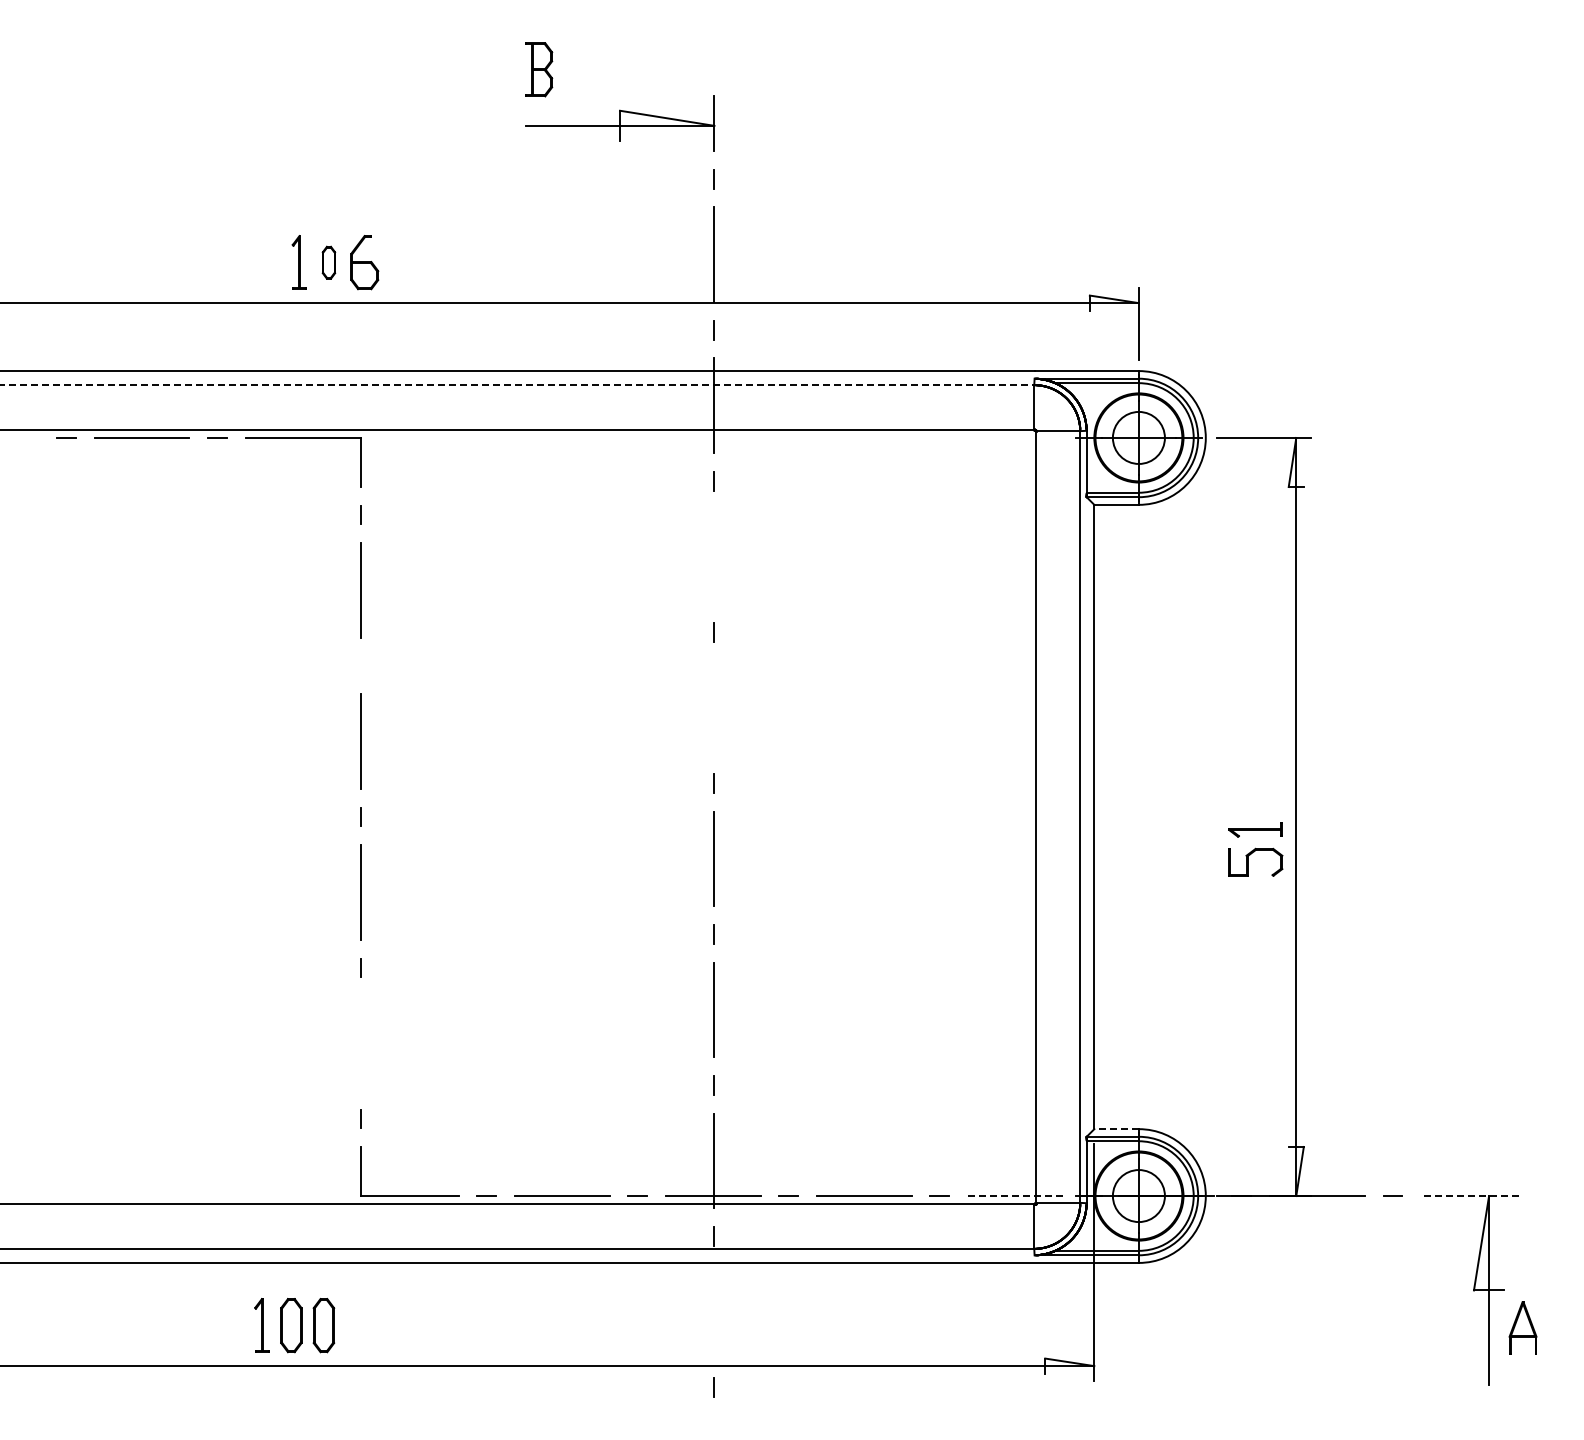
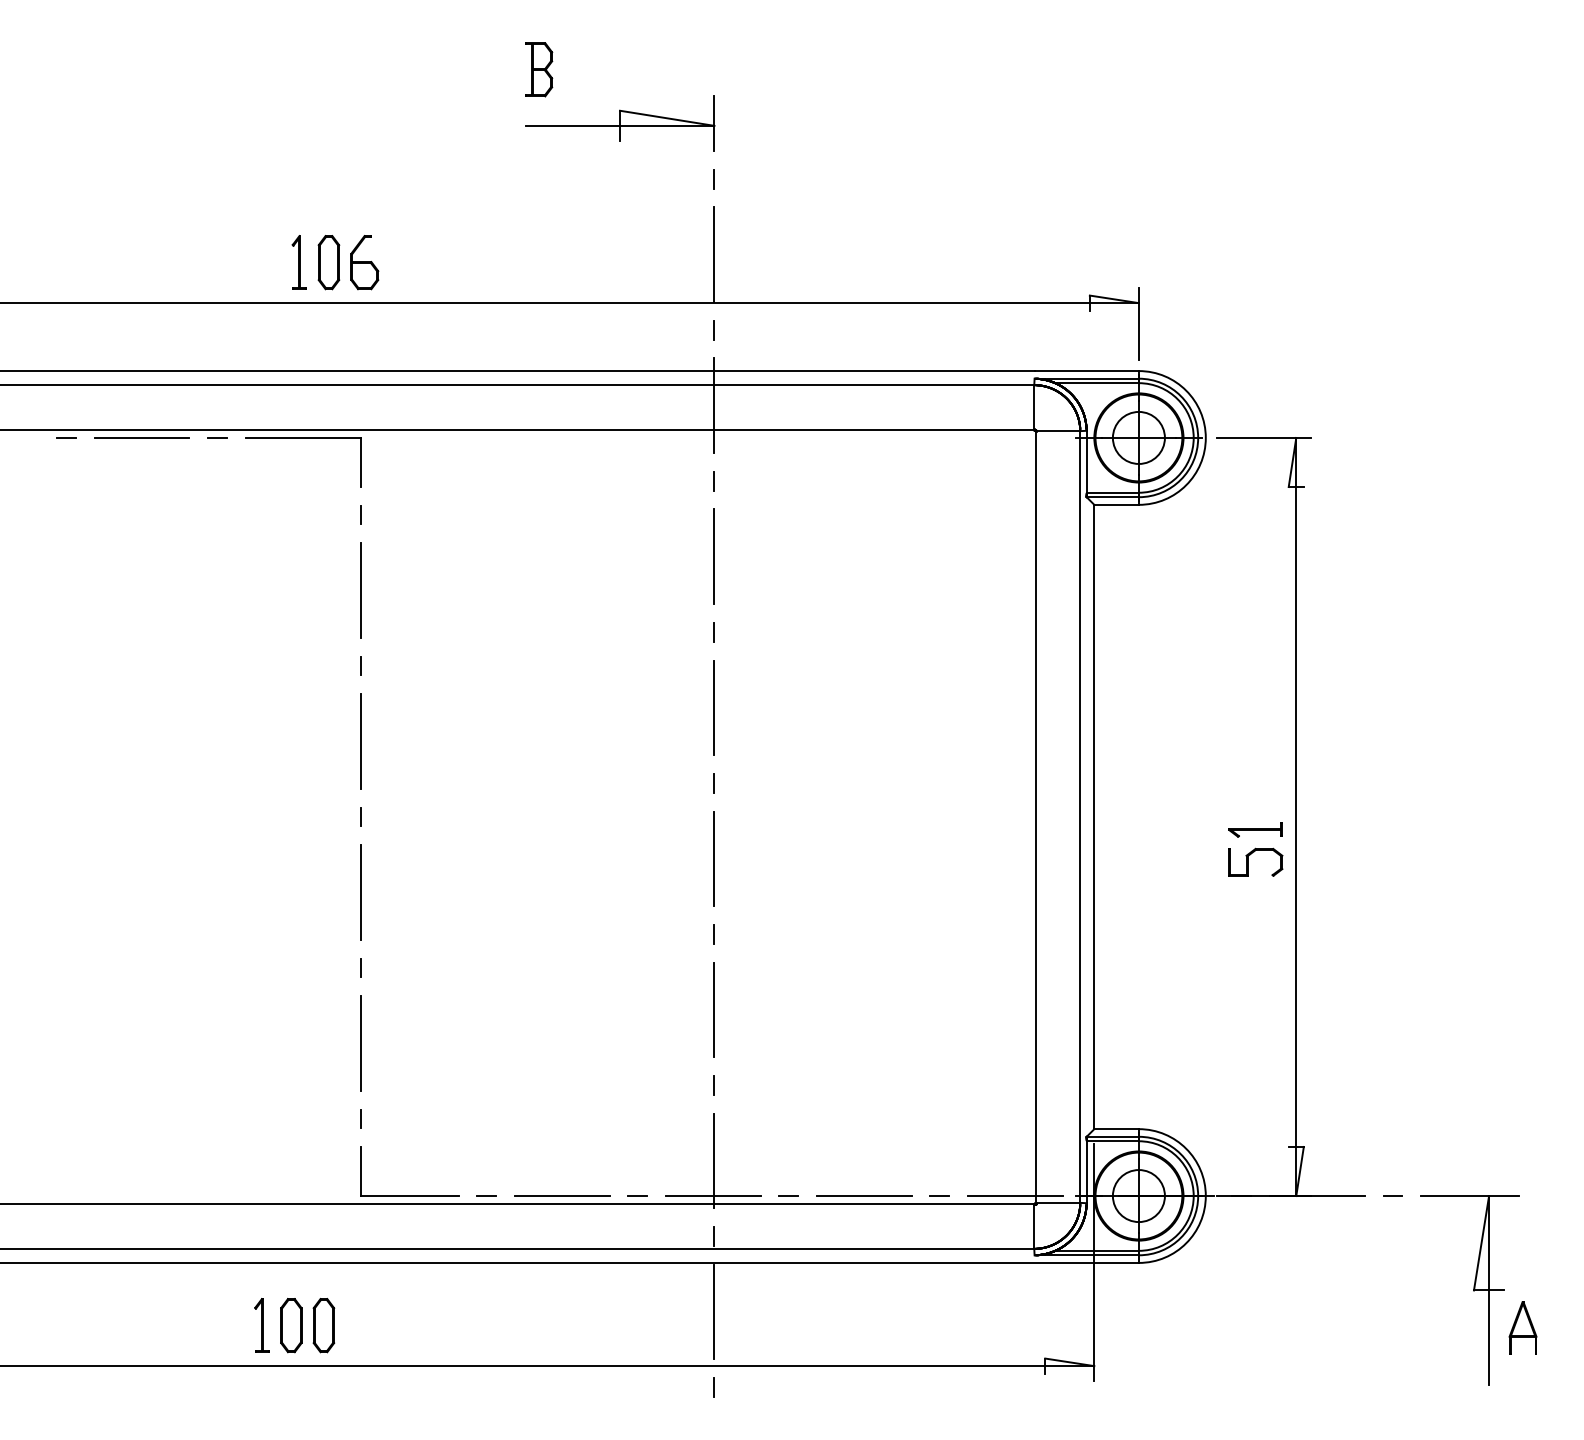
part at (328, 262) size: 16x35 px -> 24x56 px
line at (517, 385): dashed -> solid
line at (714, 556): none -> present
line at (360, 665): none -> present
line at (714, 707): none -> present
line at (360, 1043): none -> present
line at (1116, 1129): dashed -> solid
line at (1014, 1196): dashed -> solid
line at (1470, 1196): dashed -> solid
line at (714, 1311): none -> present
